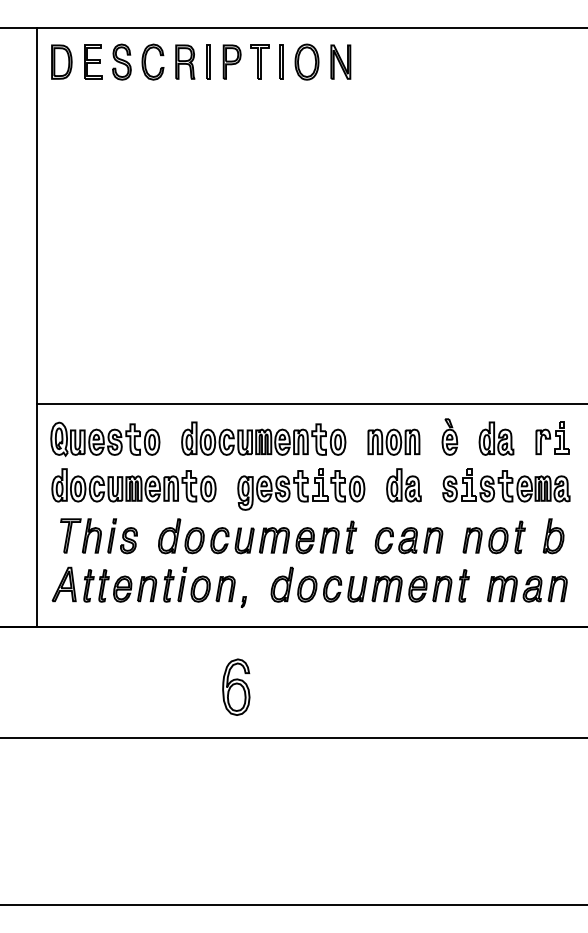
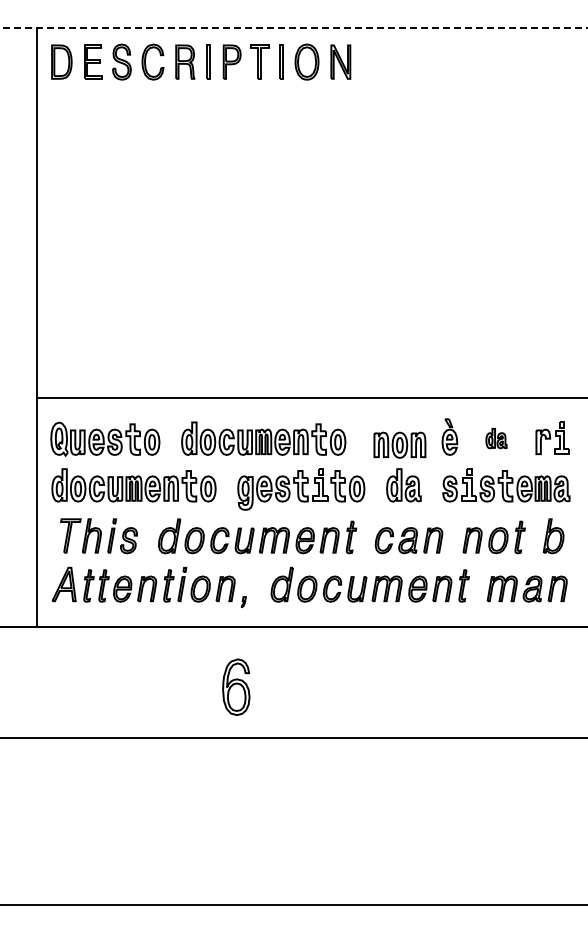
line at (294, 27): solid -> dashed
line at (310, 403) position: (310, 403) -> (310, 397)
part at (496, 438) size: 37x35 px -> 23x22 px
part at (393, 441) position: (393, 441) -> (399, 444)
